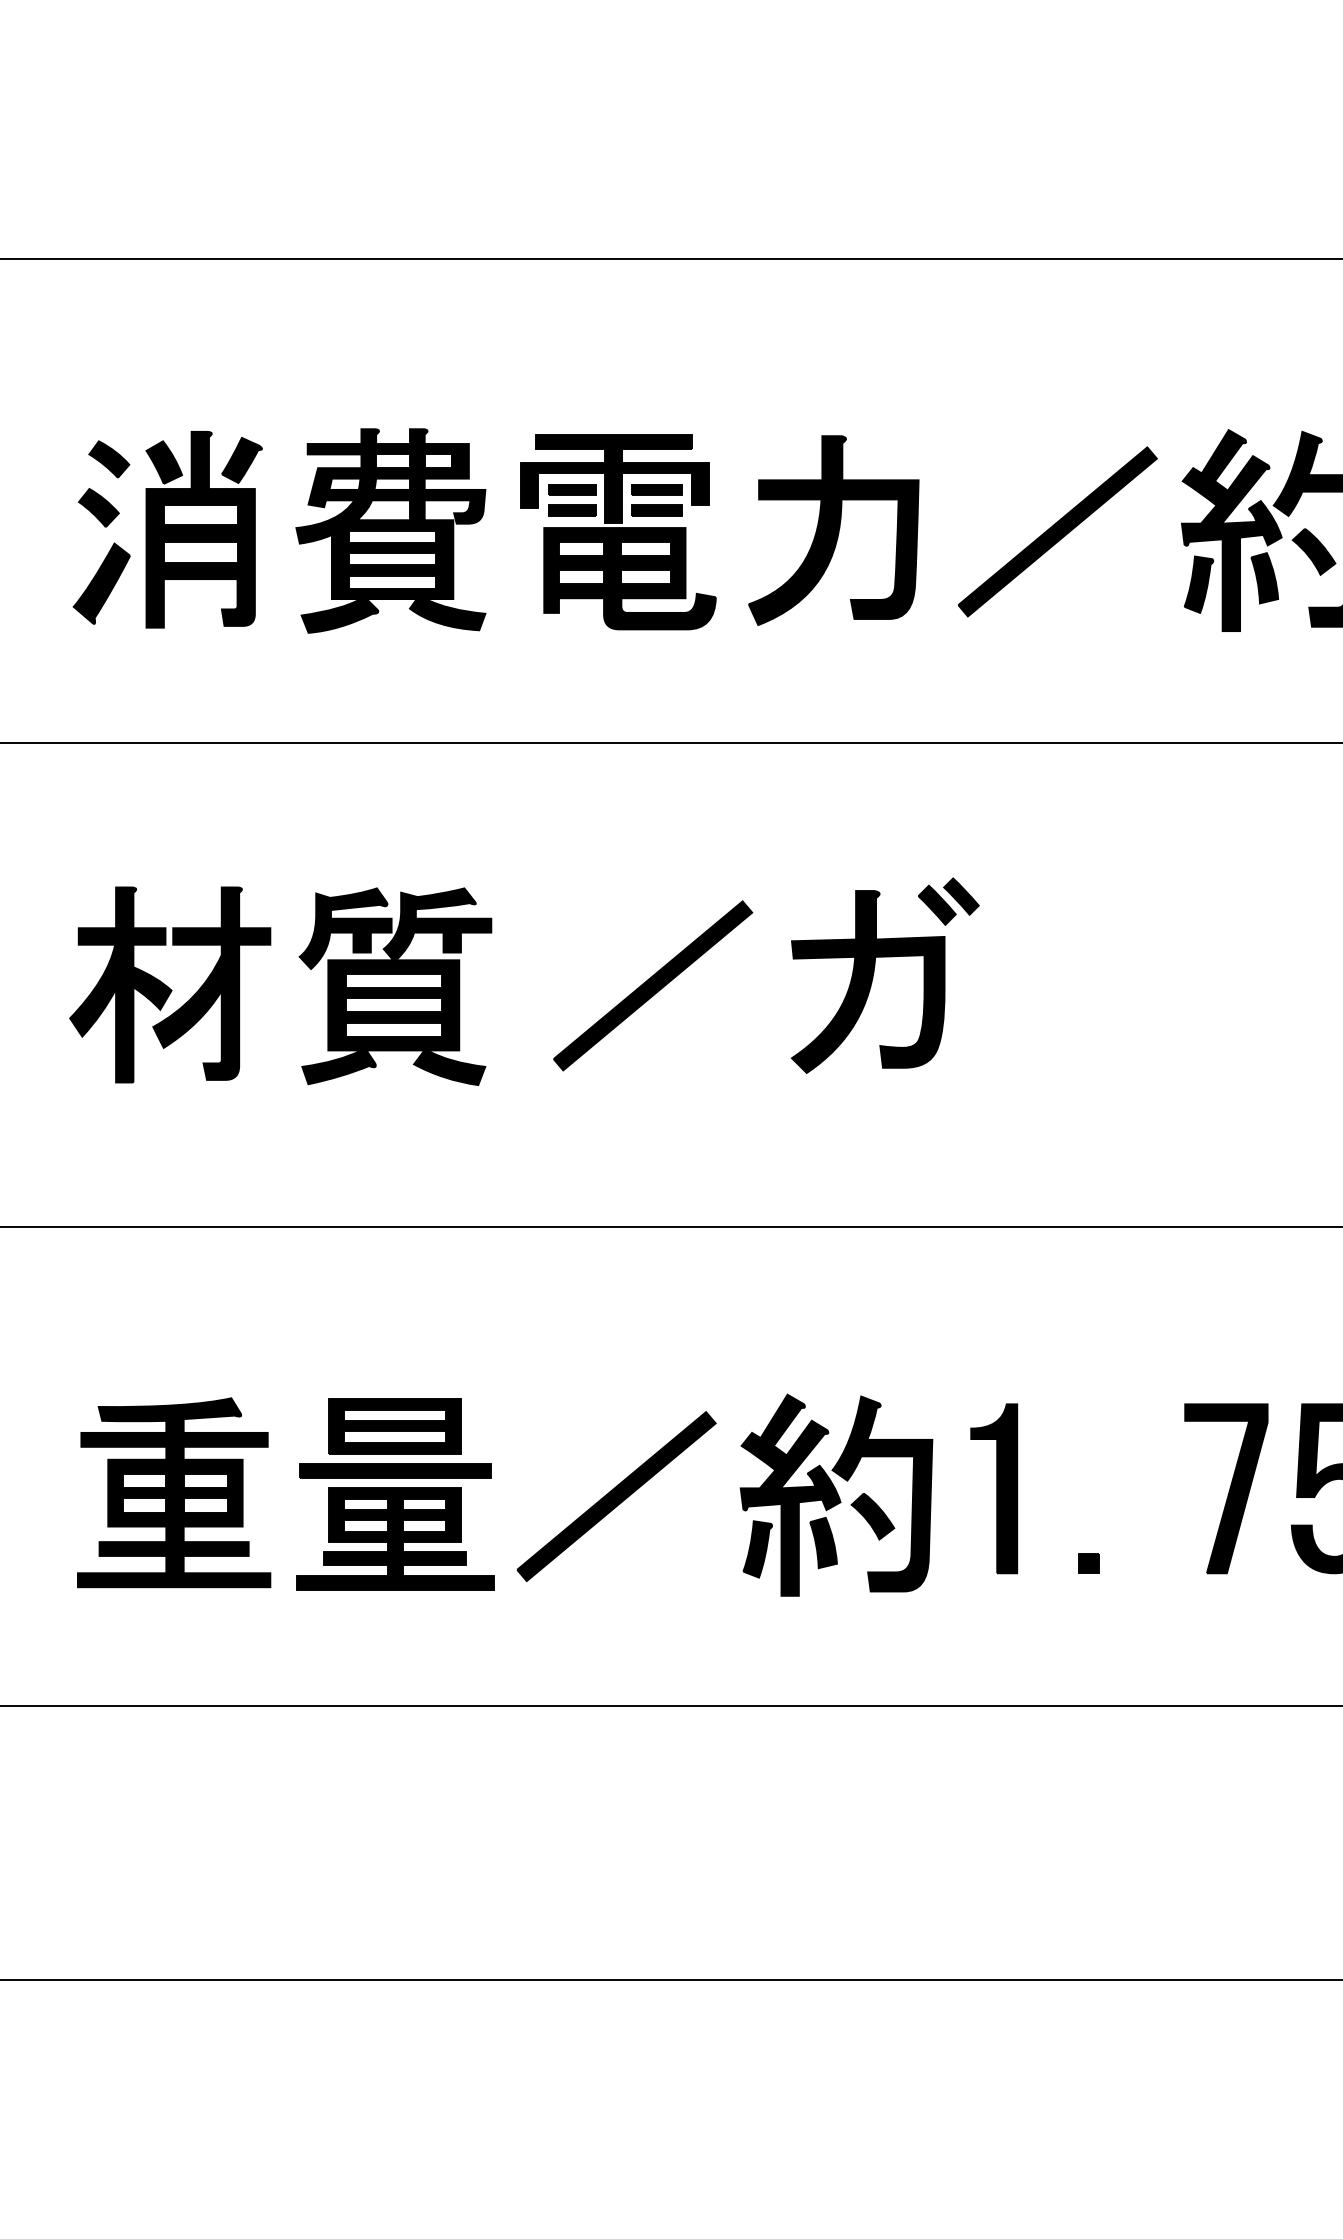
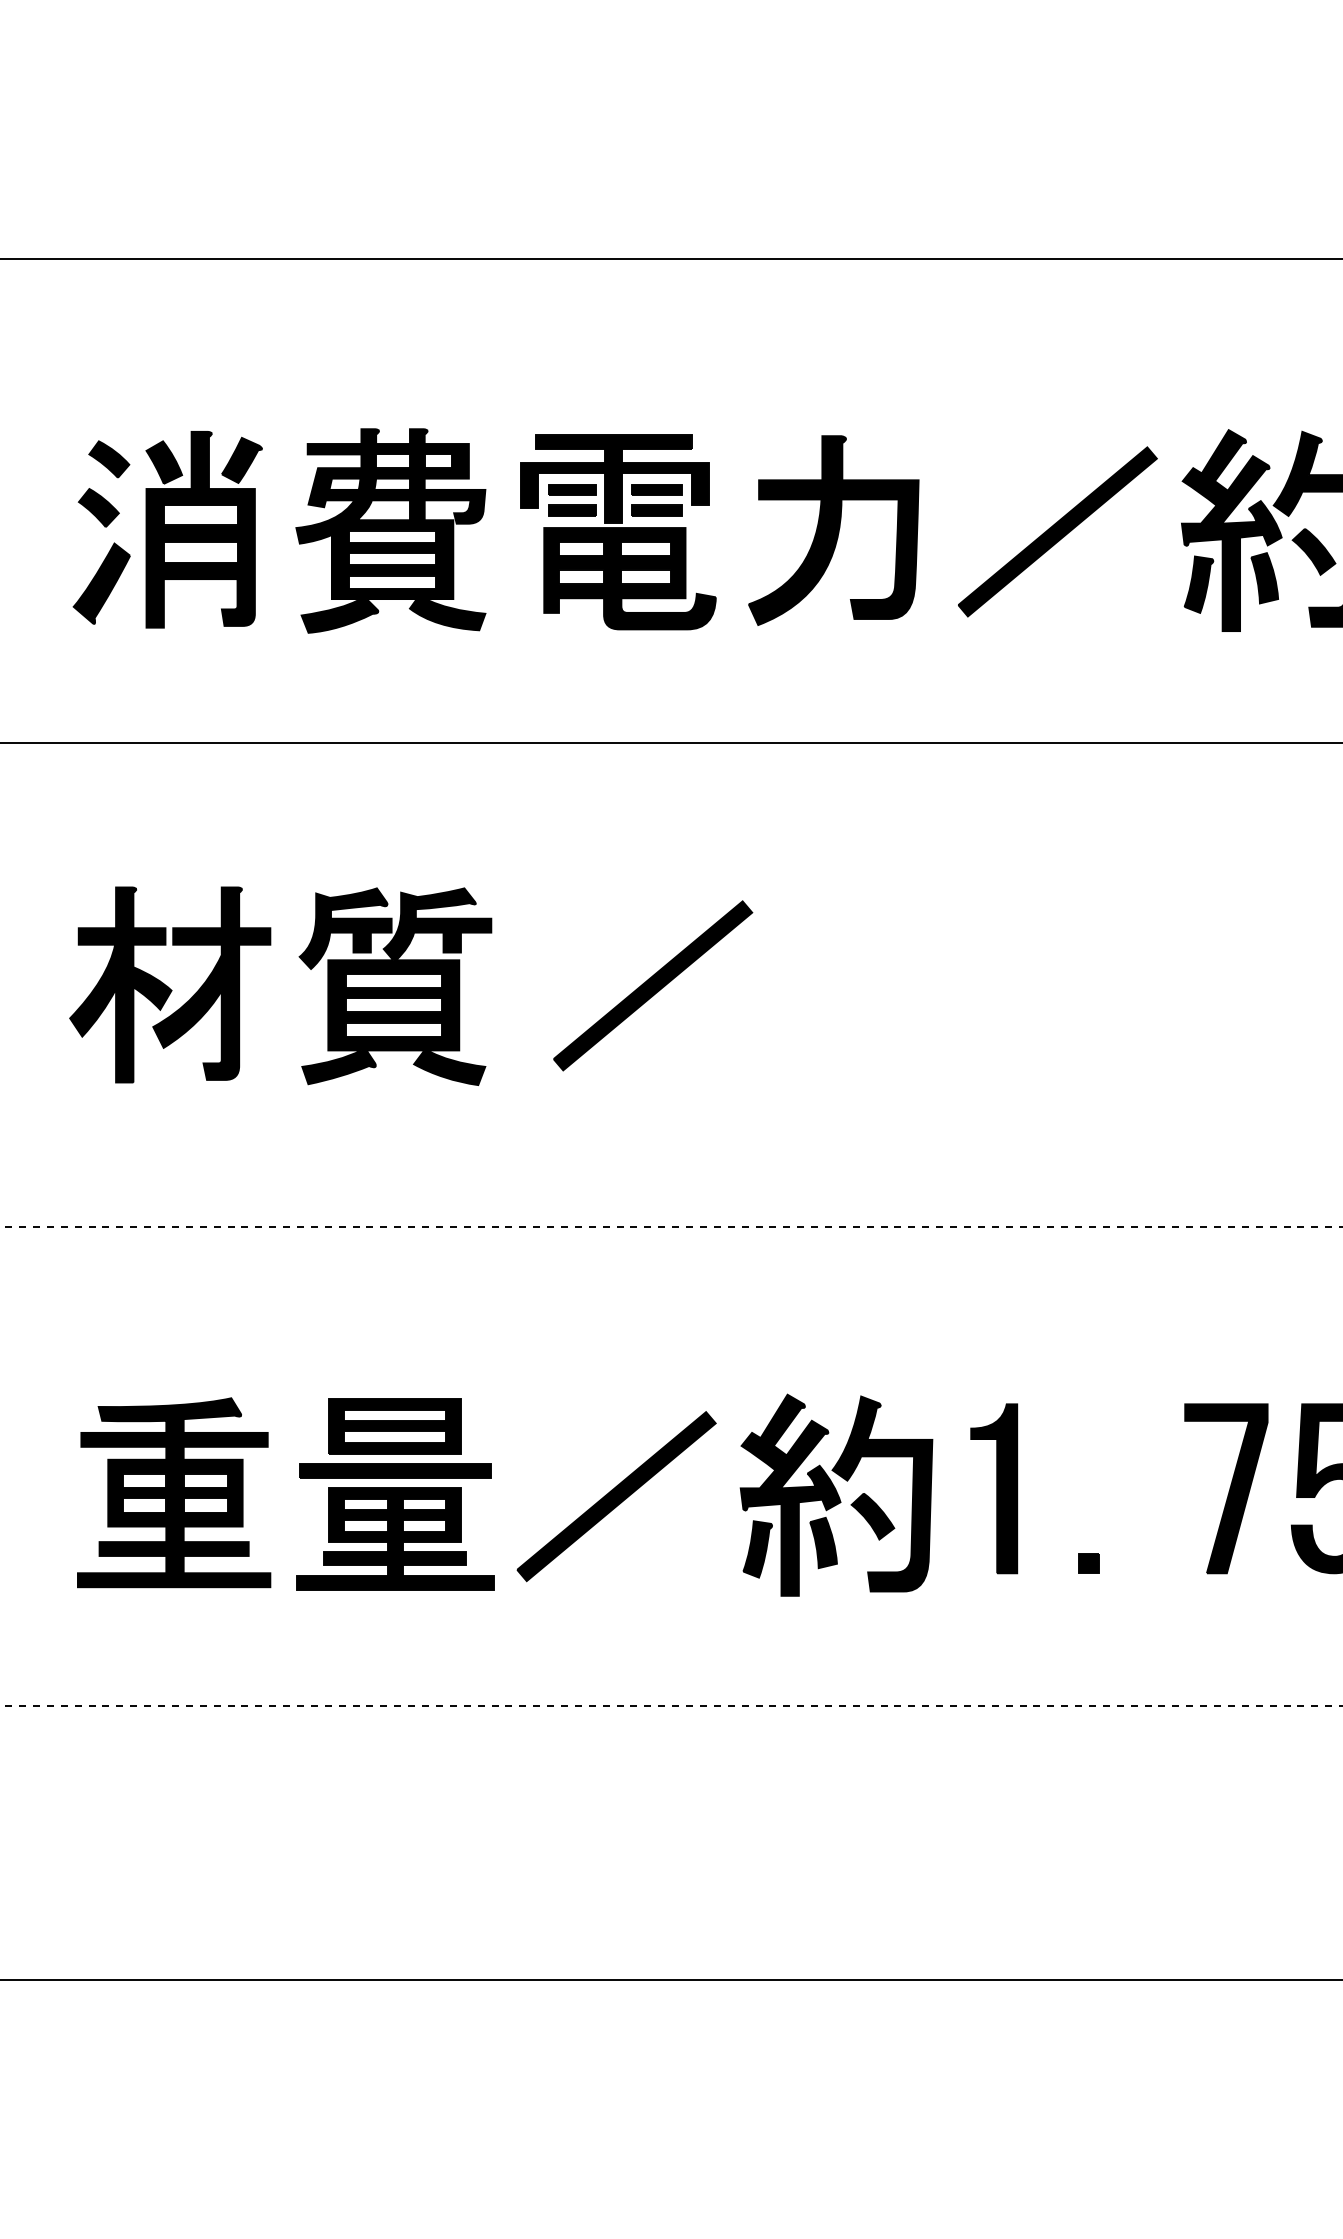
part at (874, 973): present -> none
line at (671, 1227): solid -> dashed
line at (671, 1706): solid -> dashed
